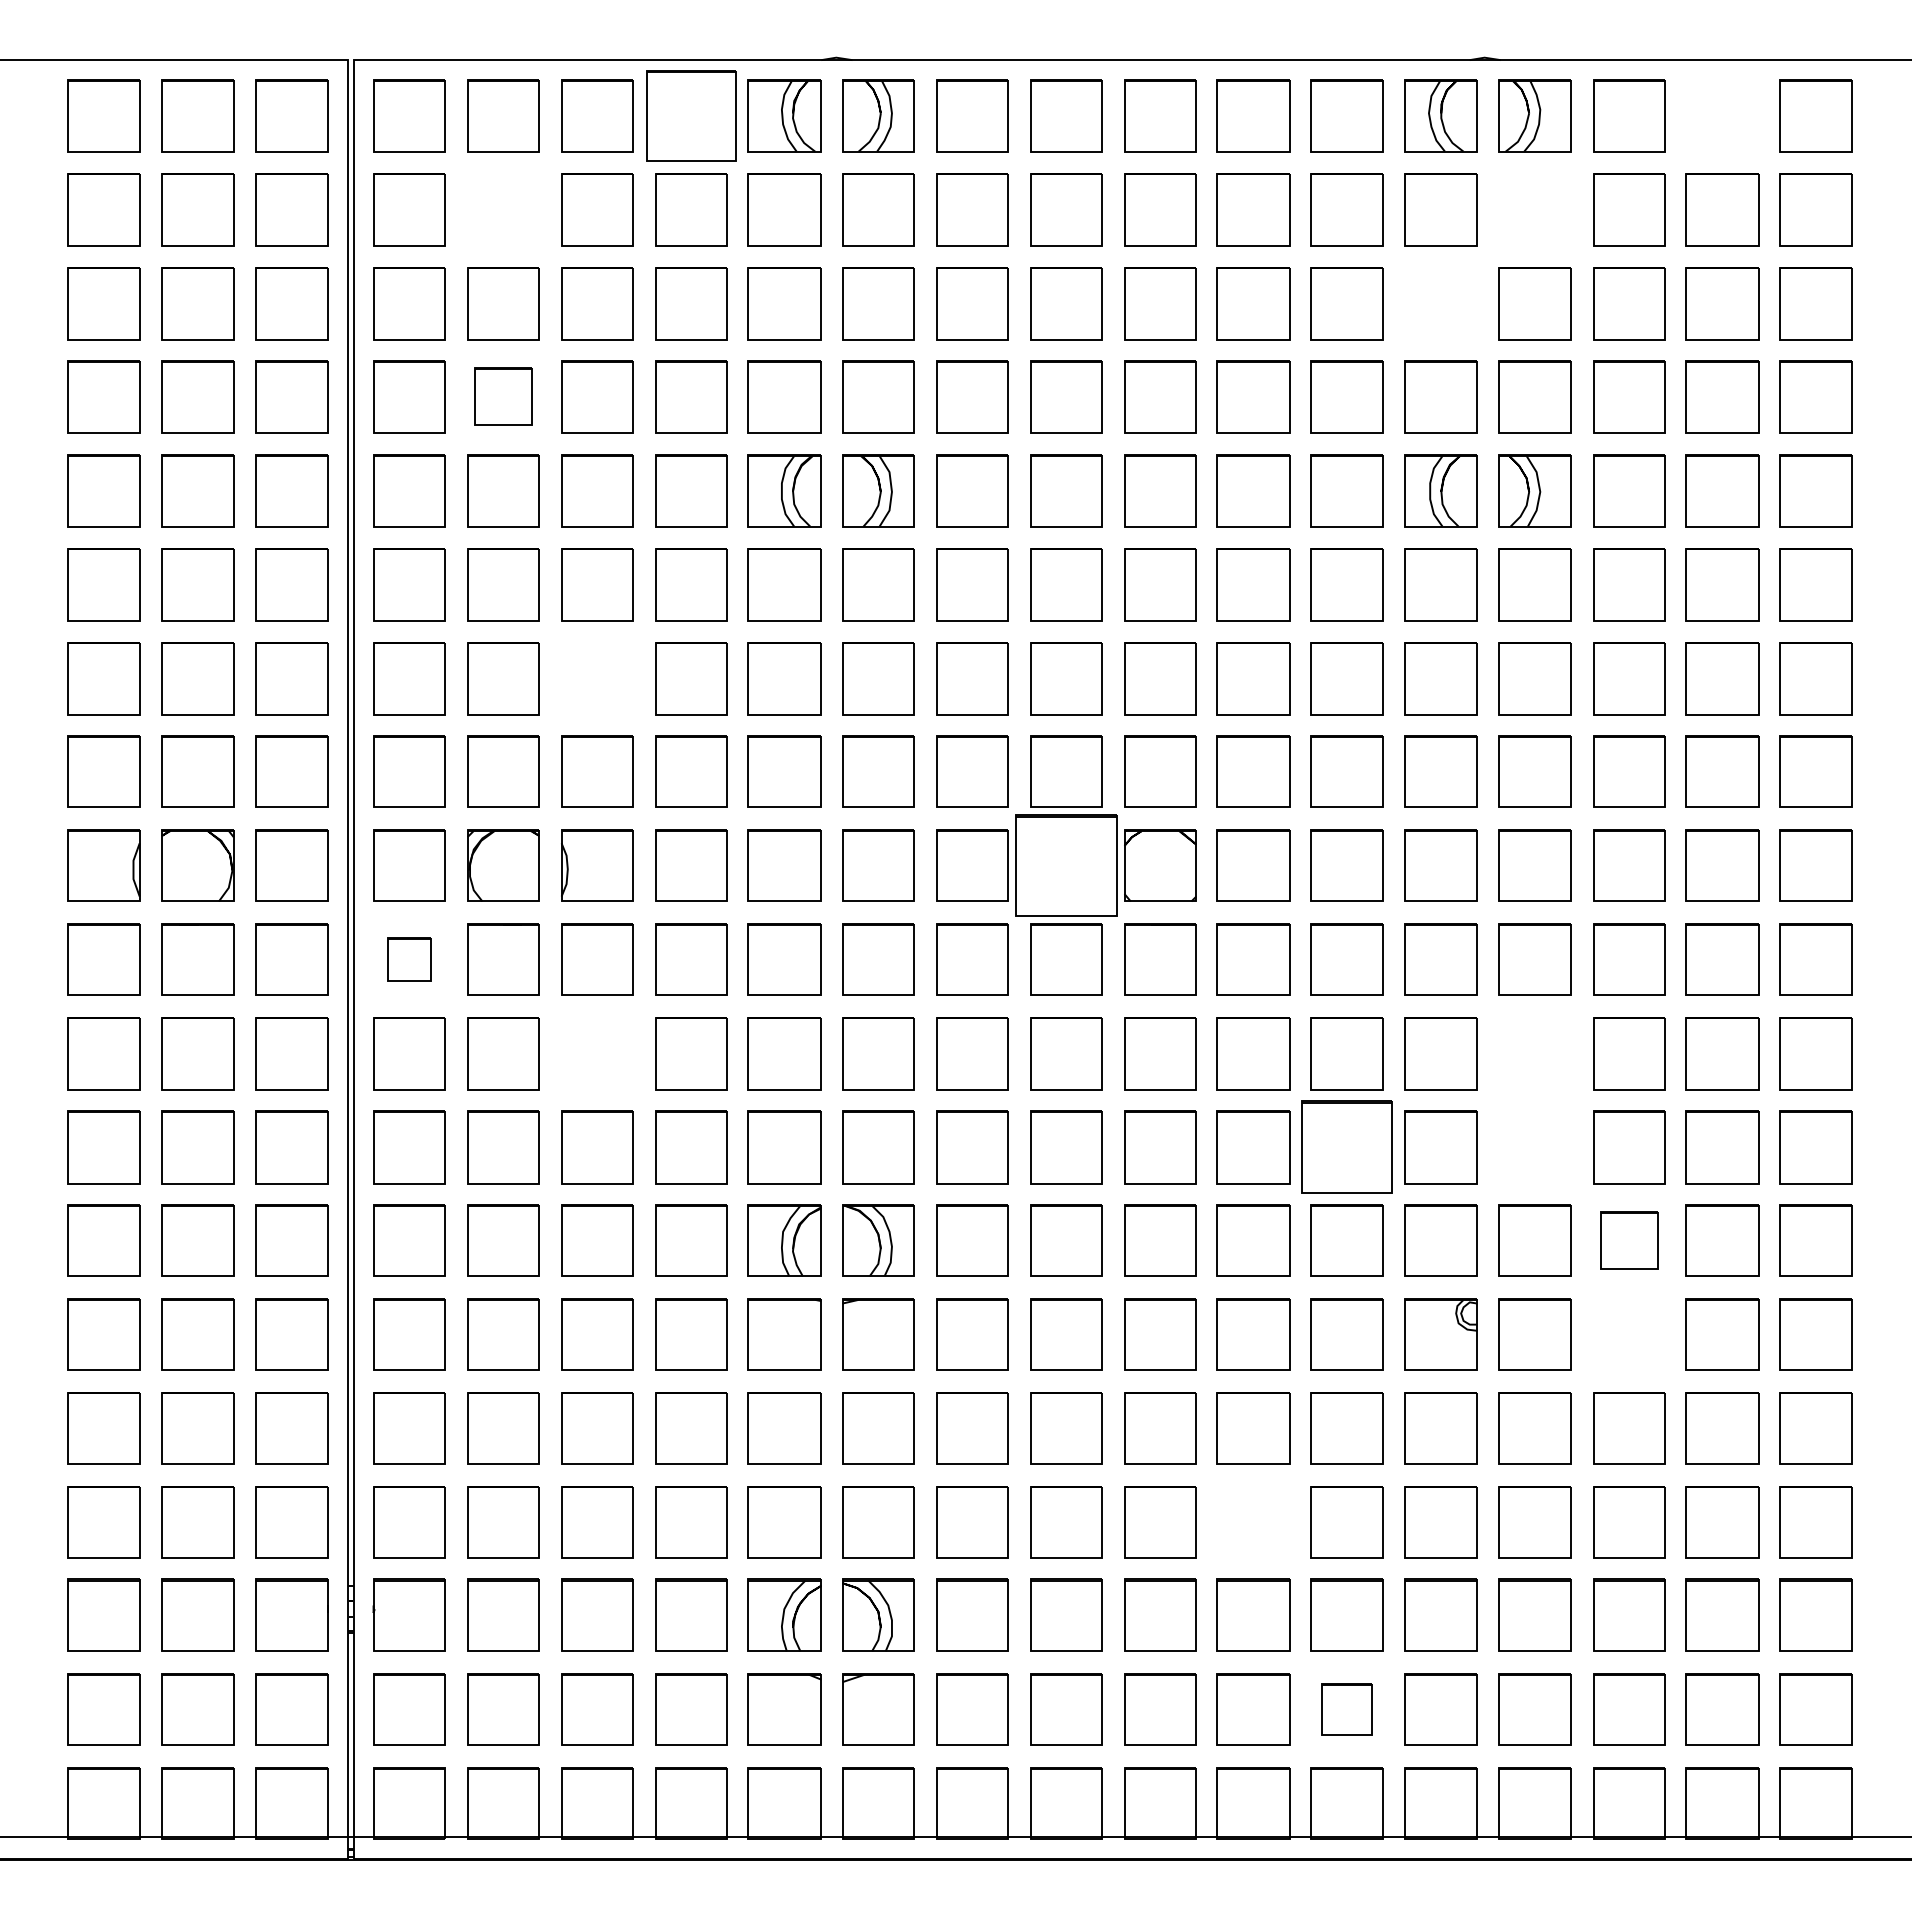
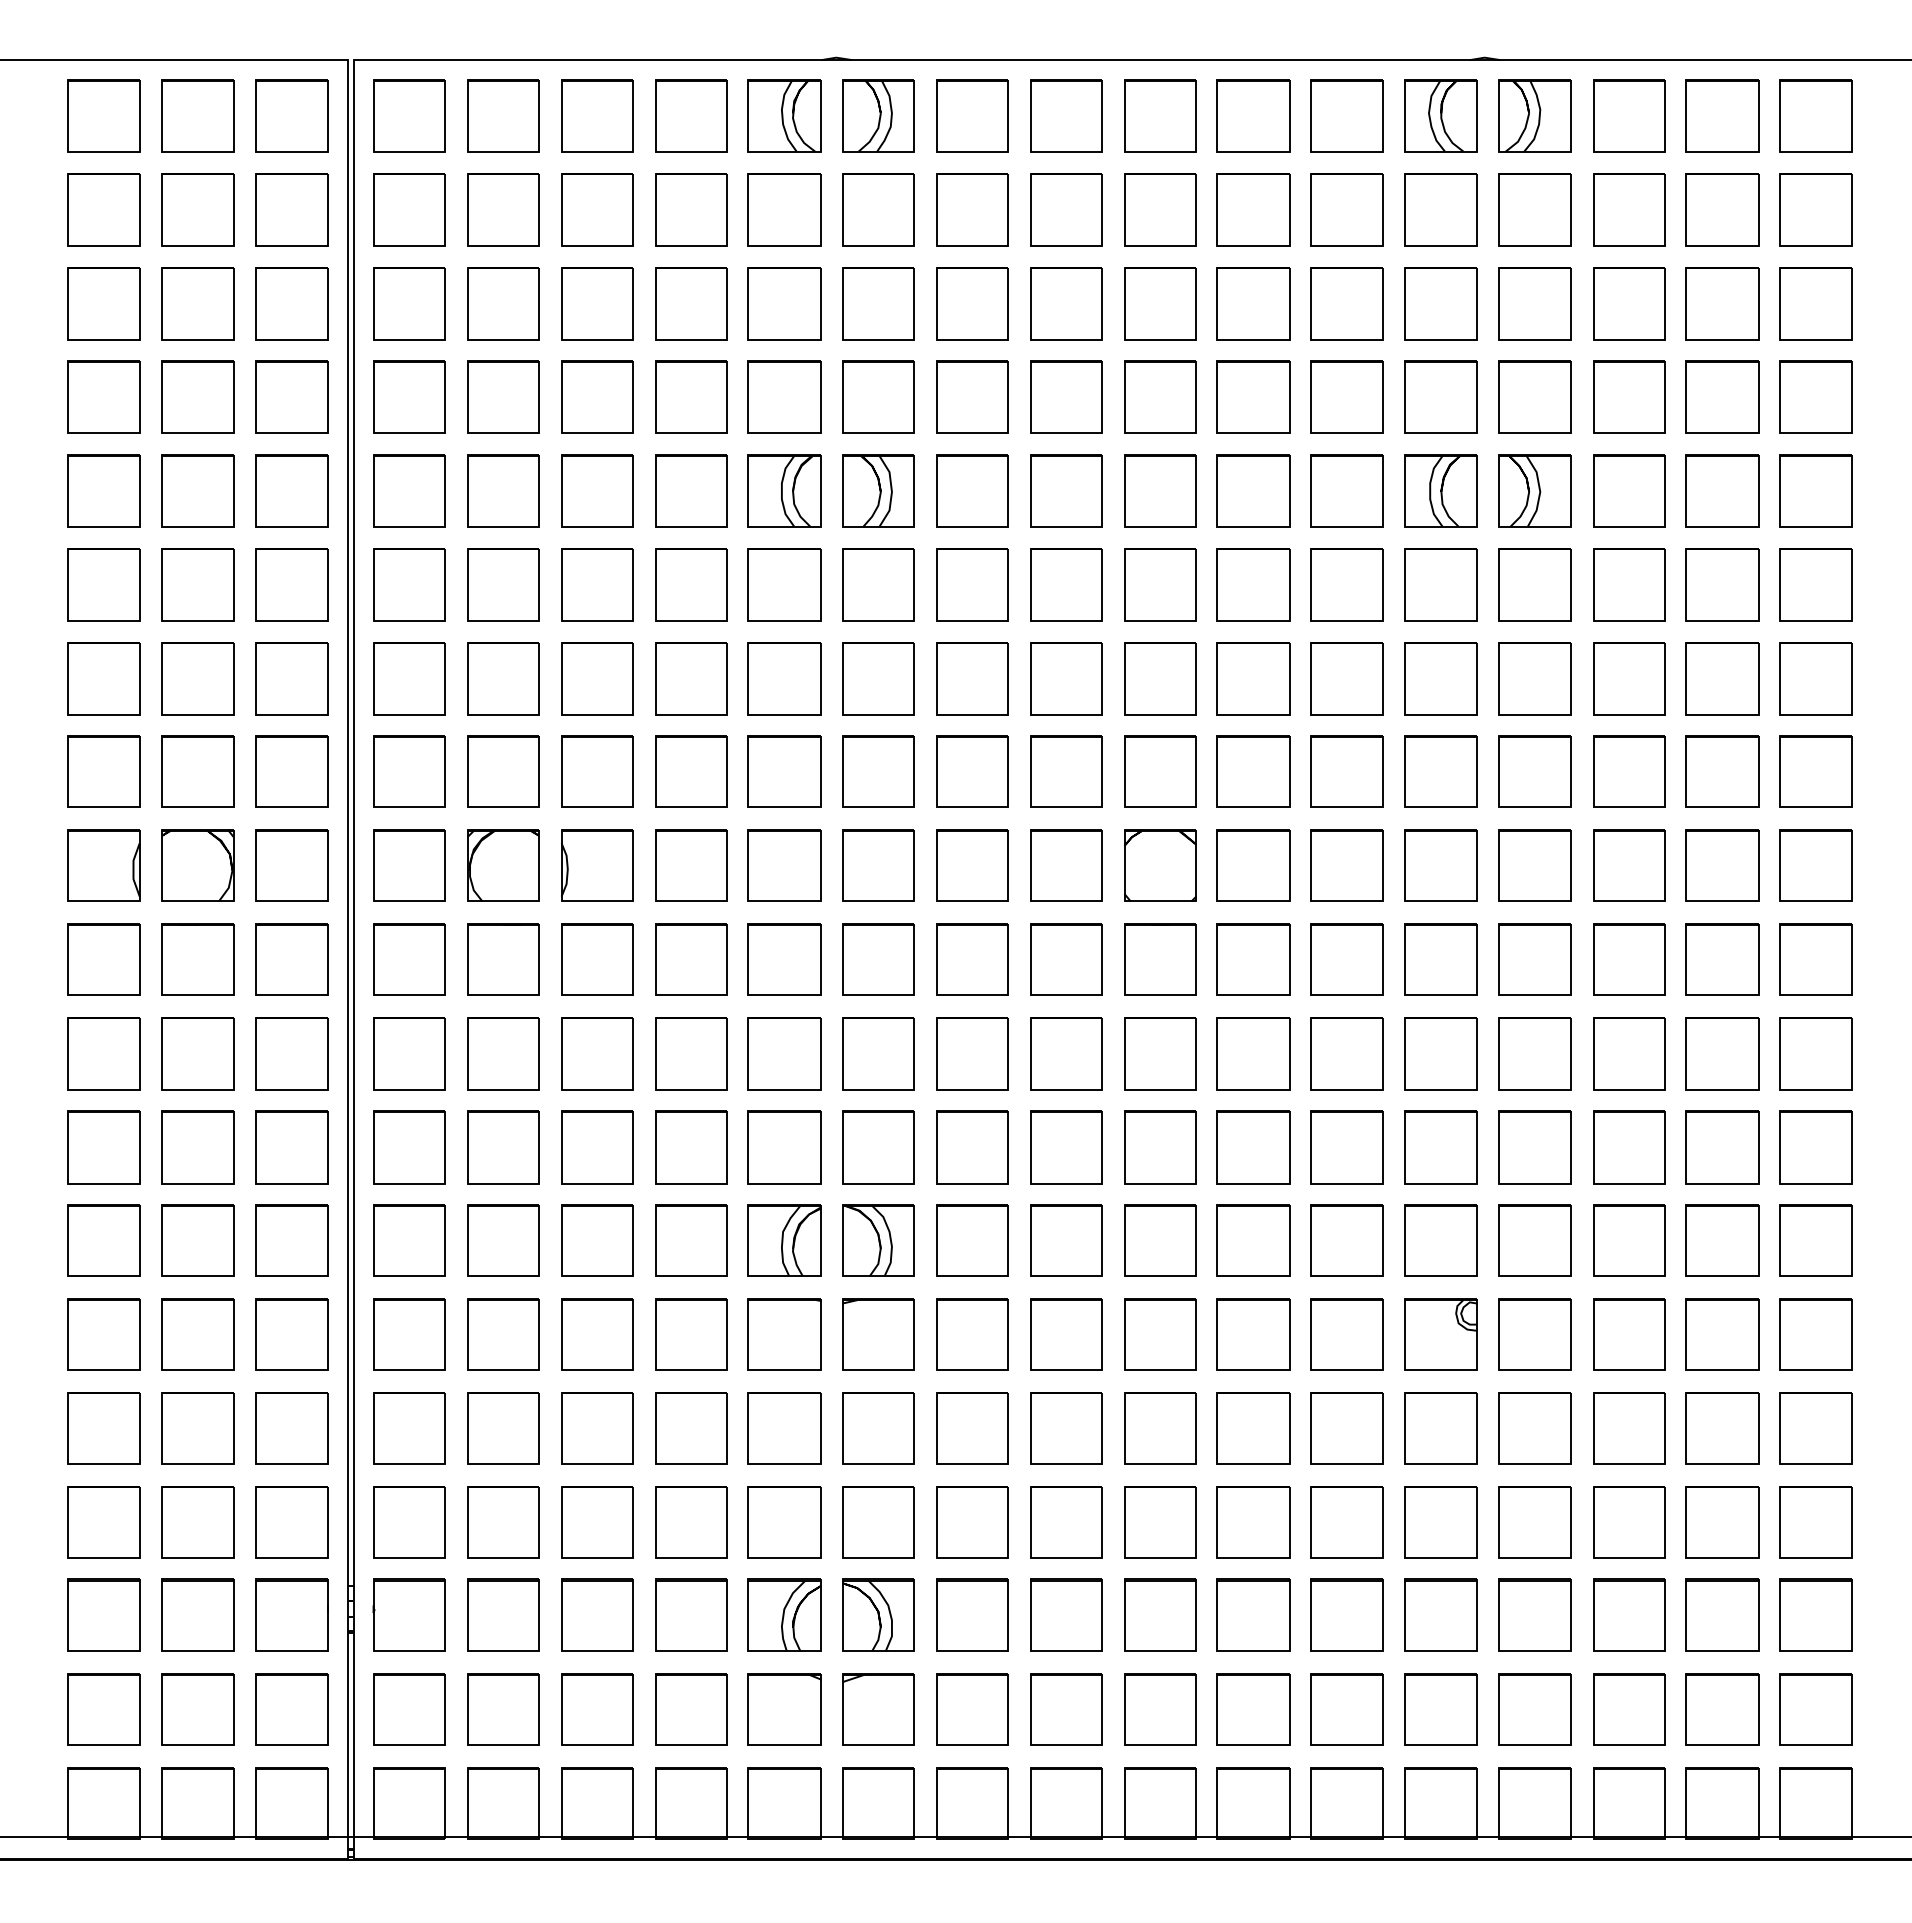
part at (691, 115) size: 91x92 px -> 73x74 px
part at (1722, 115): none -> present
curve at (503, 174): none -> present
curve at (1534, 174): none -> present
curve at (1440, 268): none -> present
part at (503, 396) size: 59x59 px -> 73x74 px
curve at (597, 643): none -> present
part at (1066, 865) size: 103x103 px -> 73x73 px
part at (409, 959) size: 45x45 px -> 73x73 px
curve at (597, 1018): none -> present
curve at (1534, 1018): none -> present
part at (1346, 1146) size: 92x94 px -> 74x75 px
part at (1534, 1147): none -> present
part at (1629, 1240) size: 59x59 px -> 73x73 px
part at (1629, 1334): none -> present
curve at (1253, 1487): none -> present
part at (1346, 1709) size: 52x53 px -> 74x73 px
